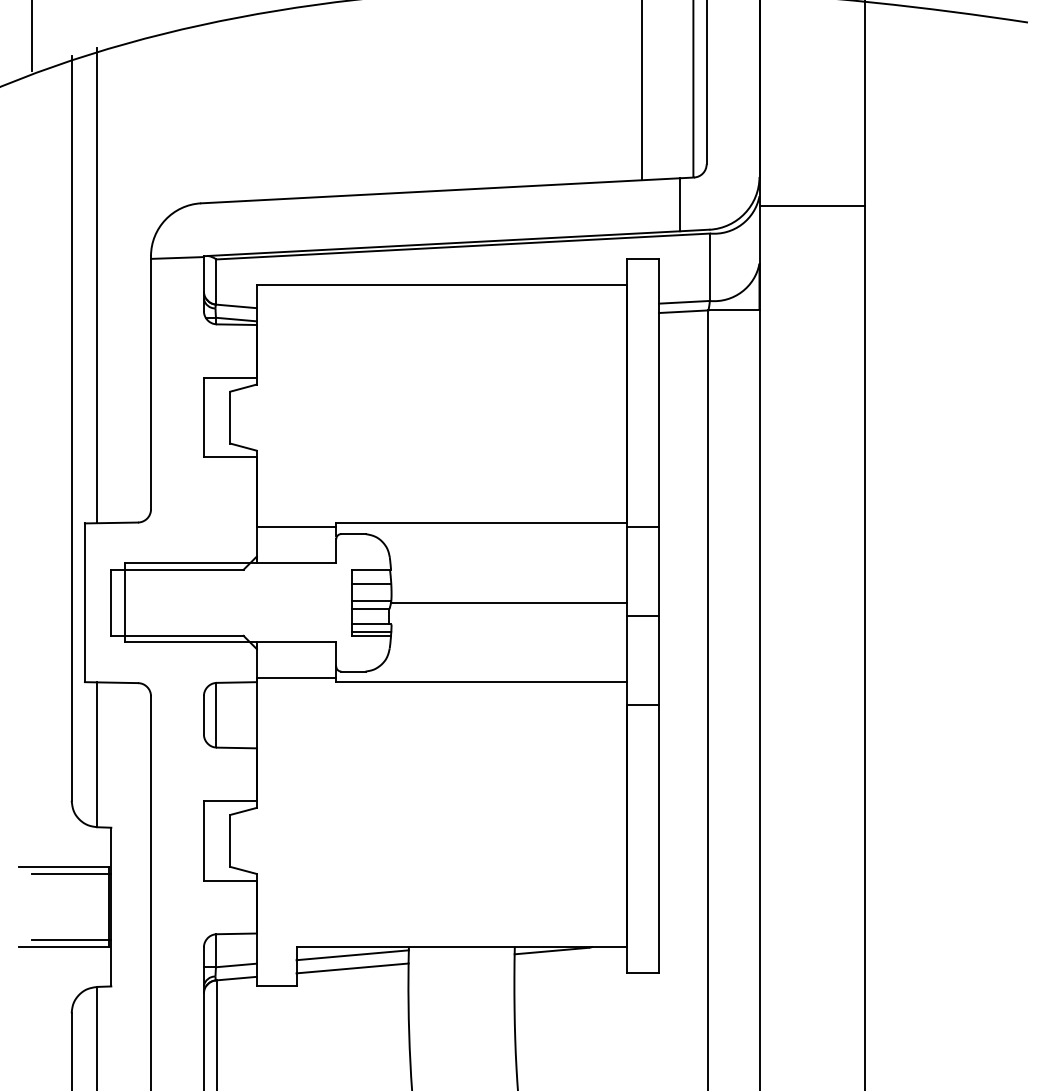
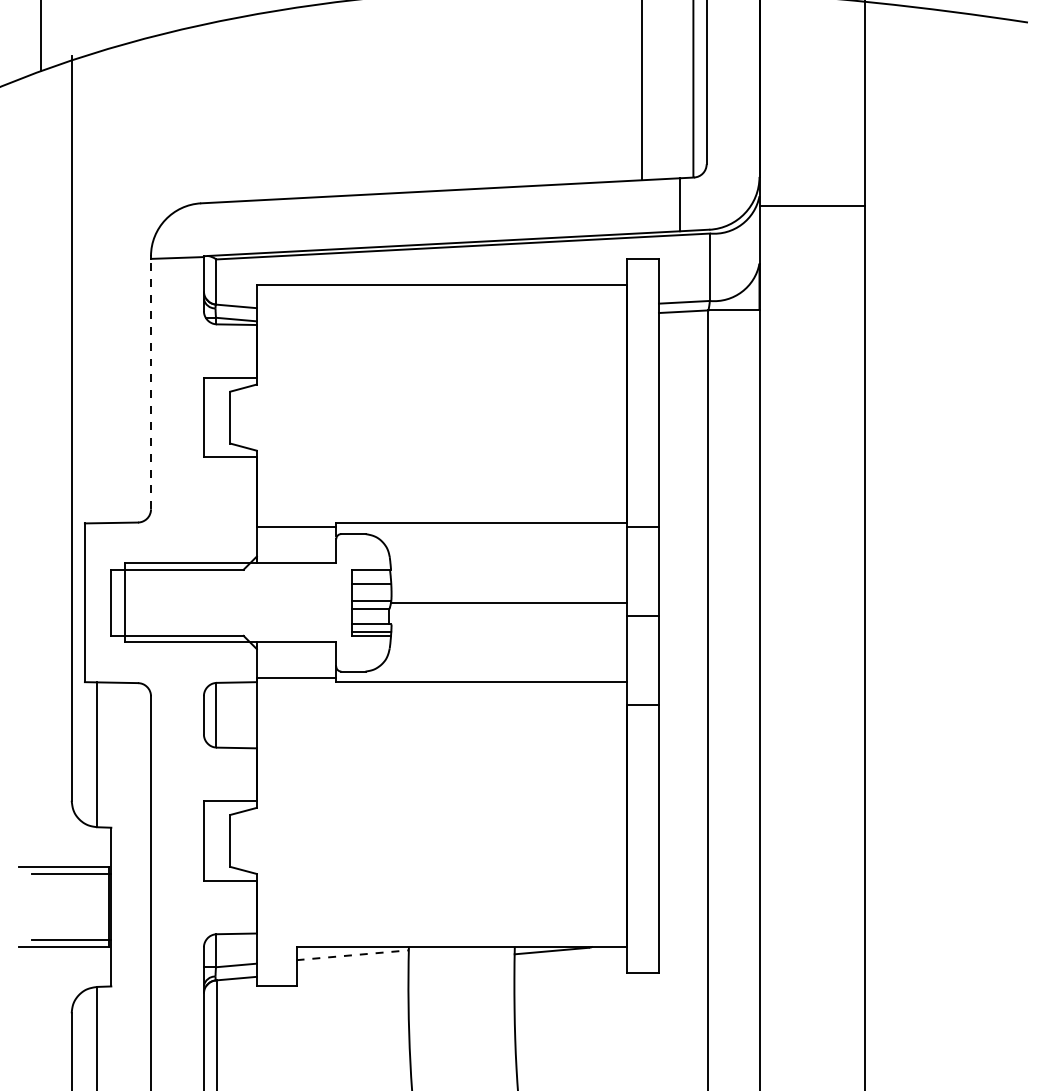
line at (31, 36) position: (31, 36) -> (40, 36)
line at (97, 285): present -> none
line at (151, 383): solid -> dashed
line at (353, 955): solid -> dashed
line at (352, 968): present -> none
